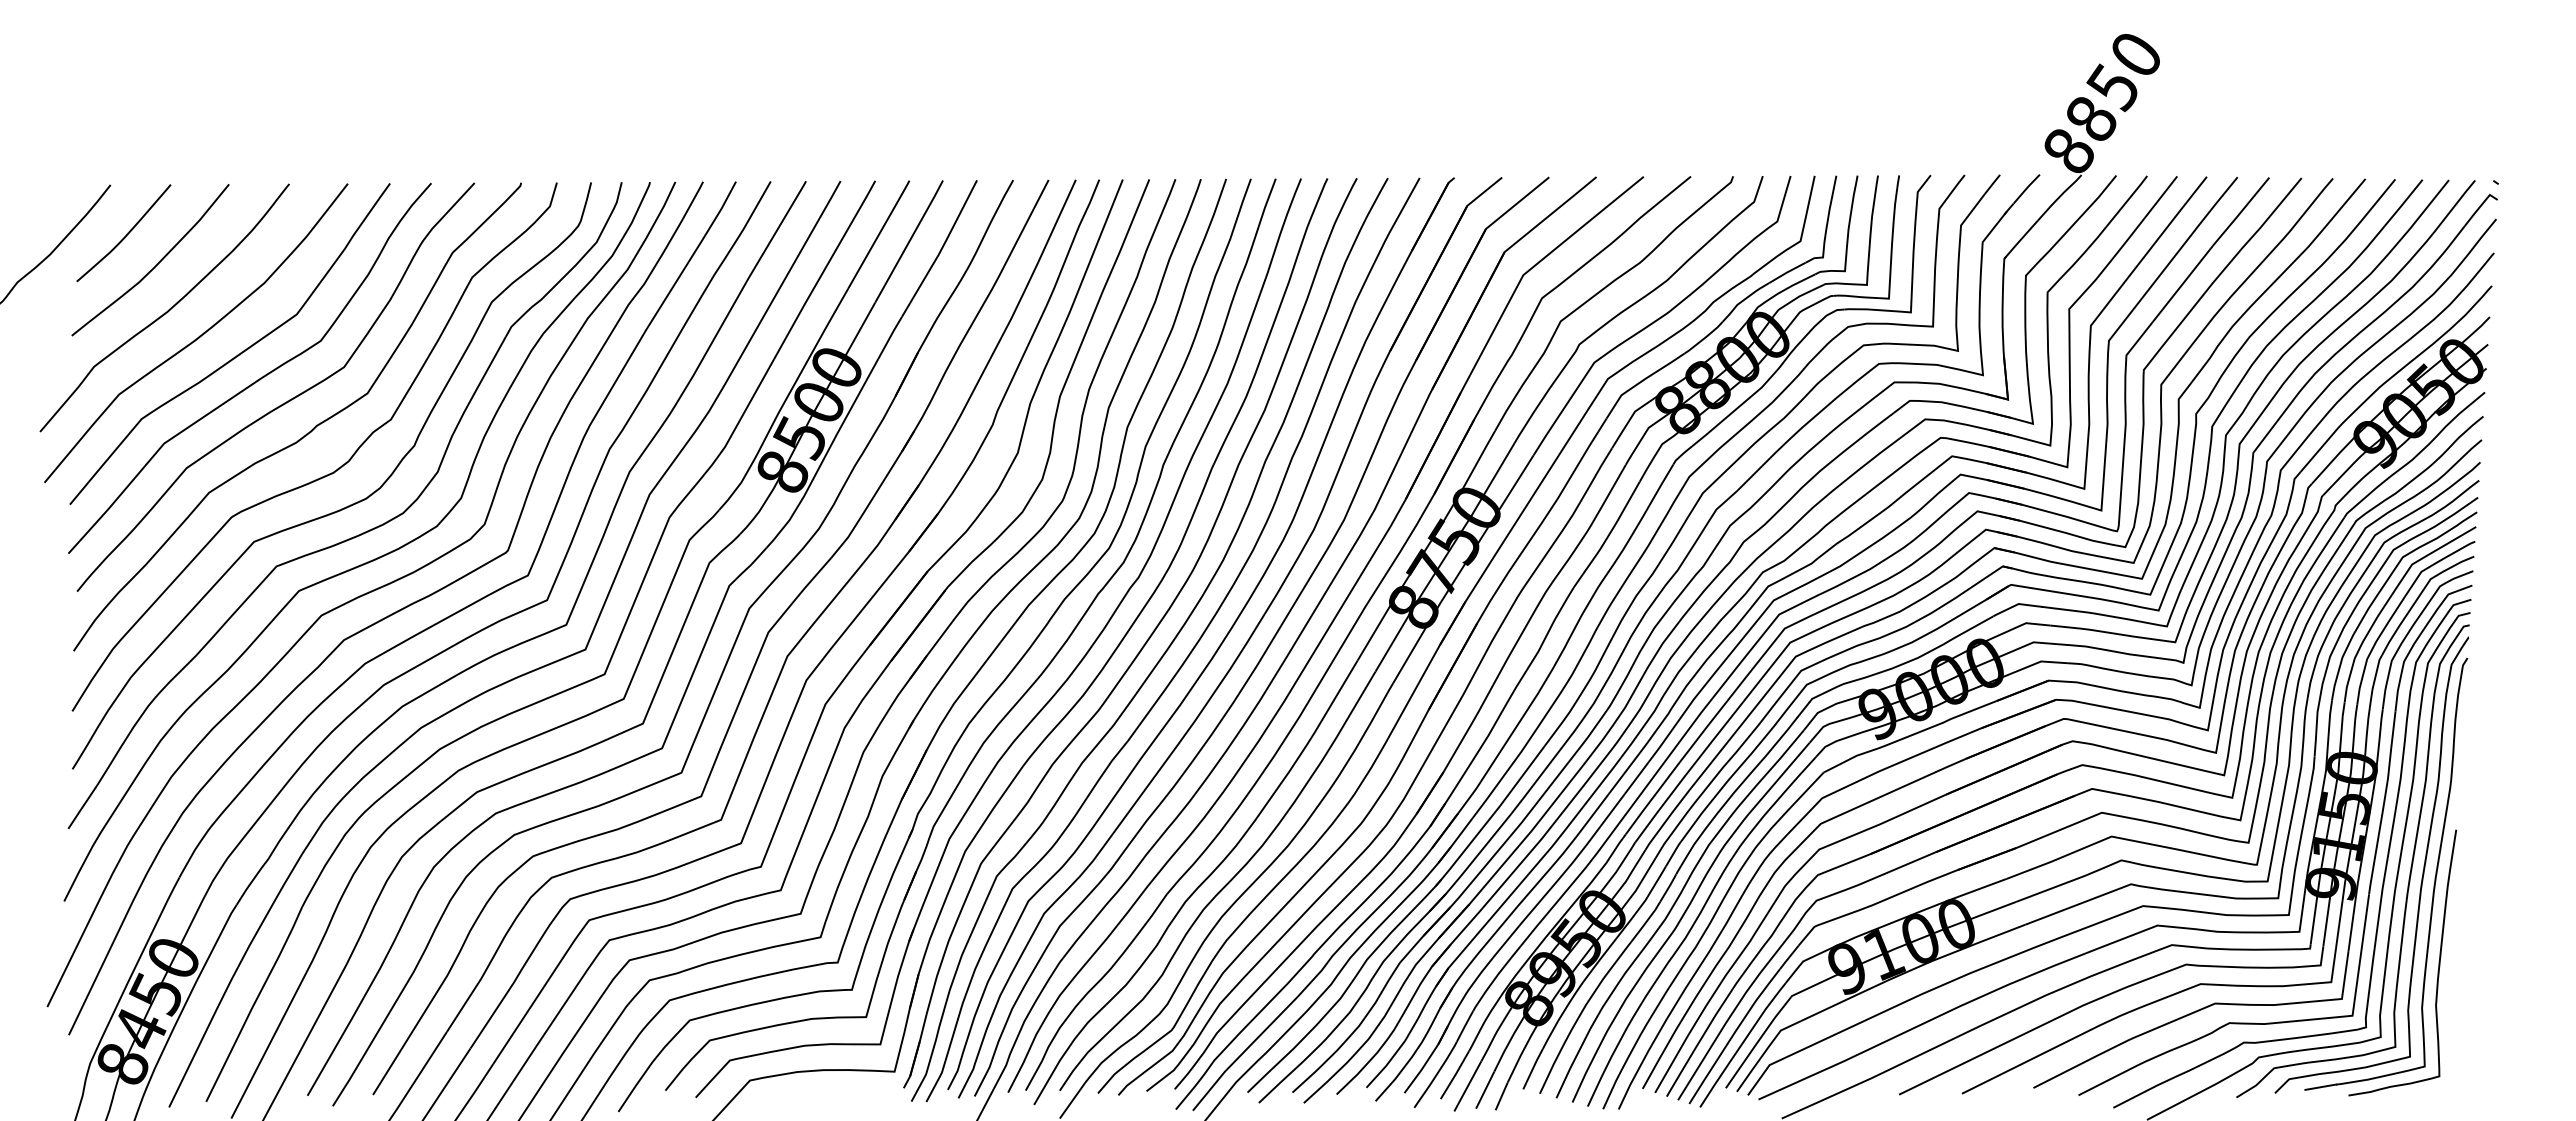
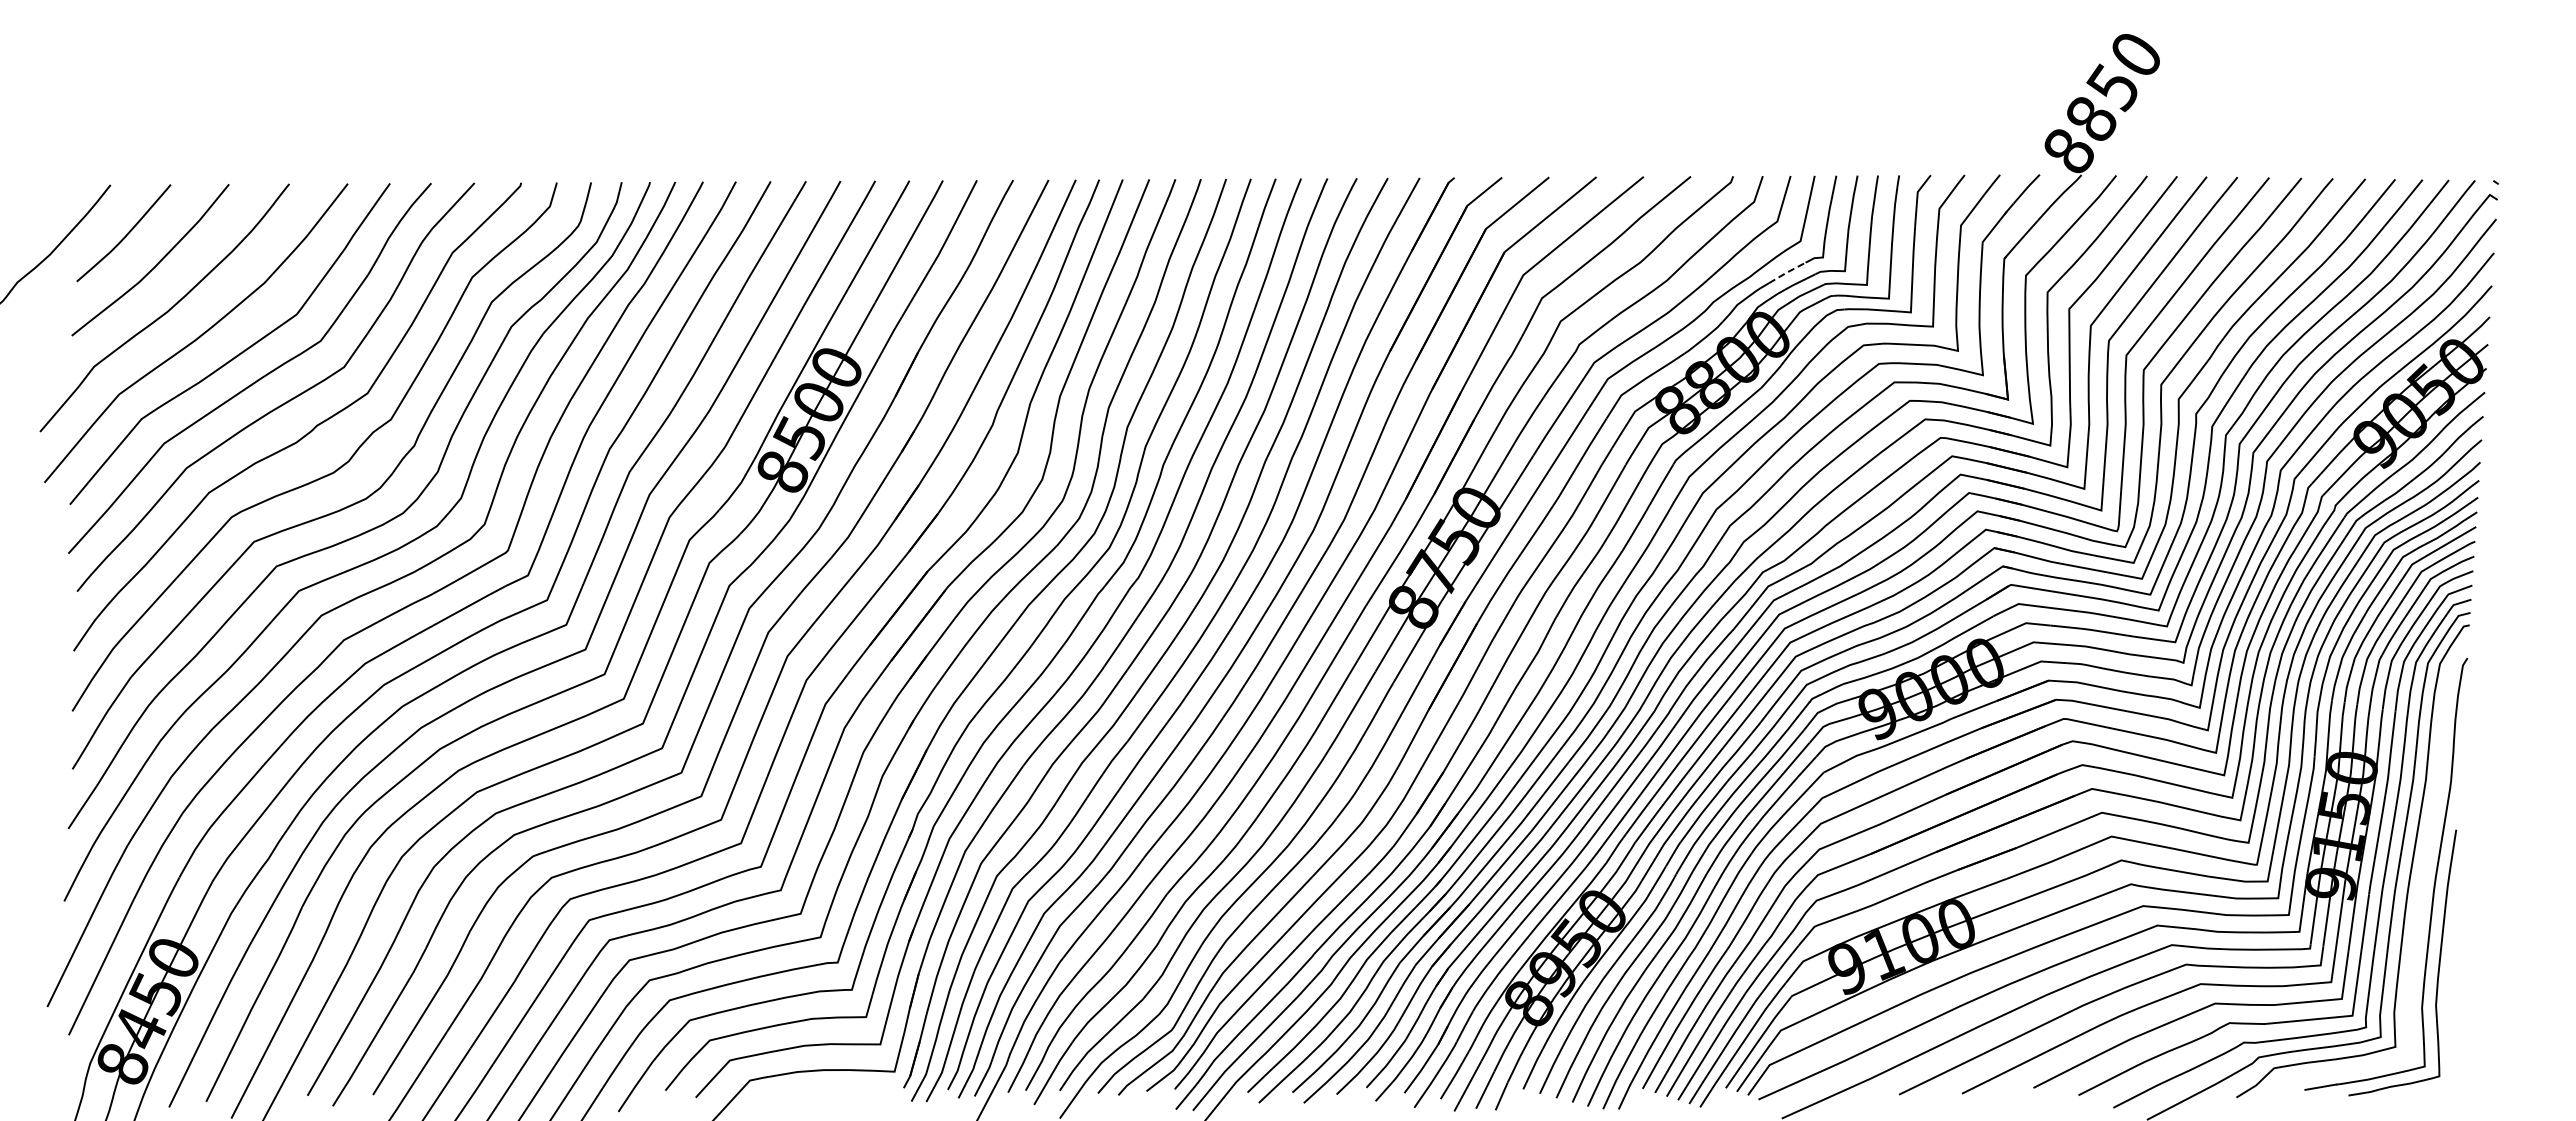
line at (1786, 272): solid -> dashed
curve at (2422, 871): present -> none
